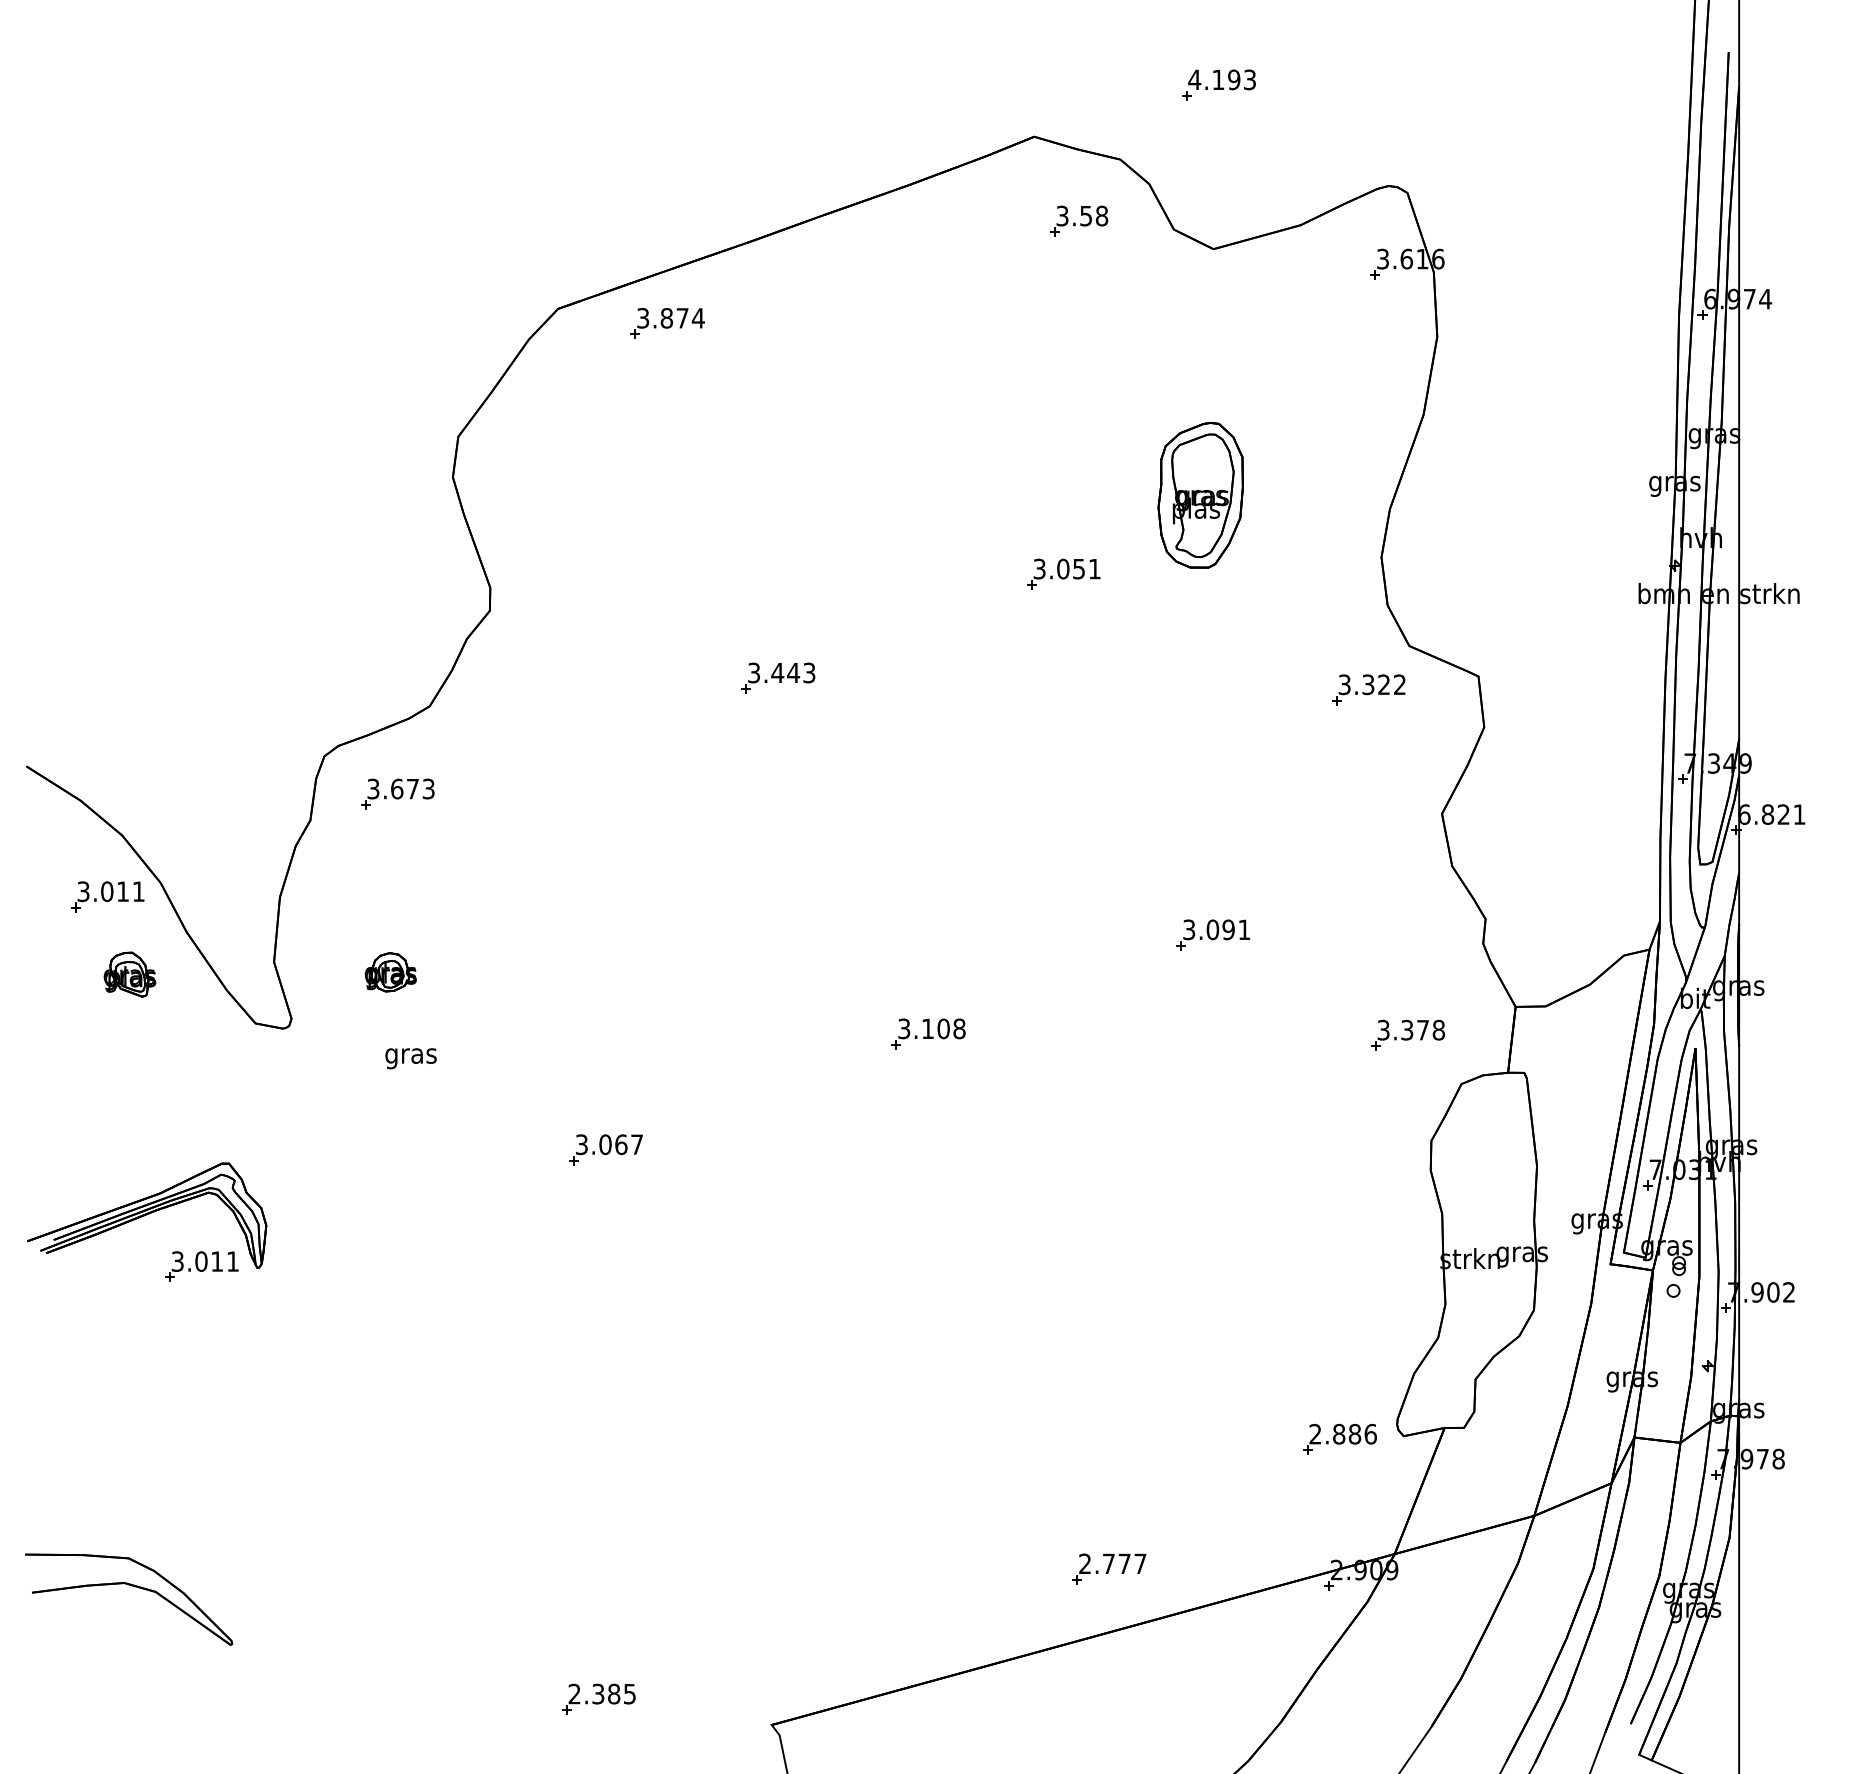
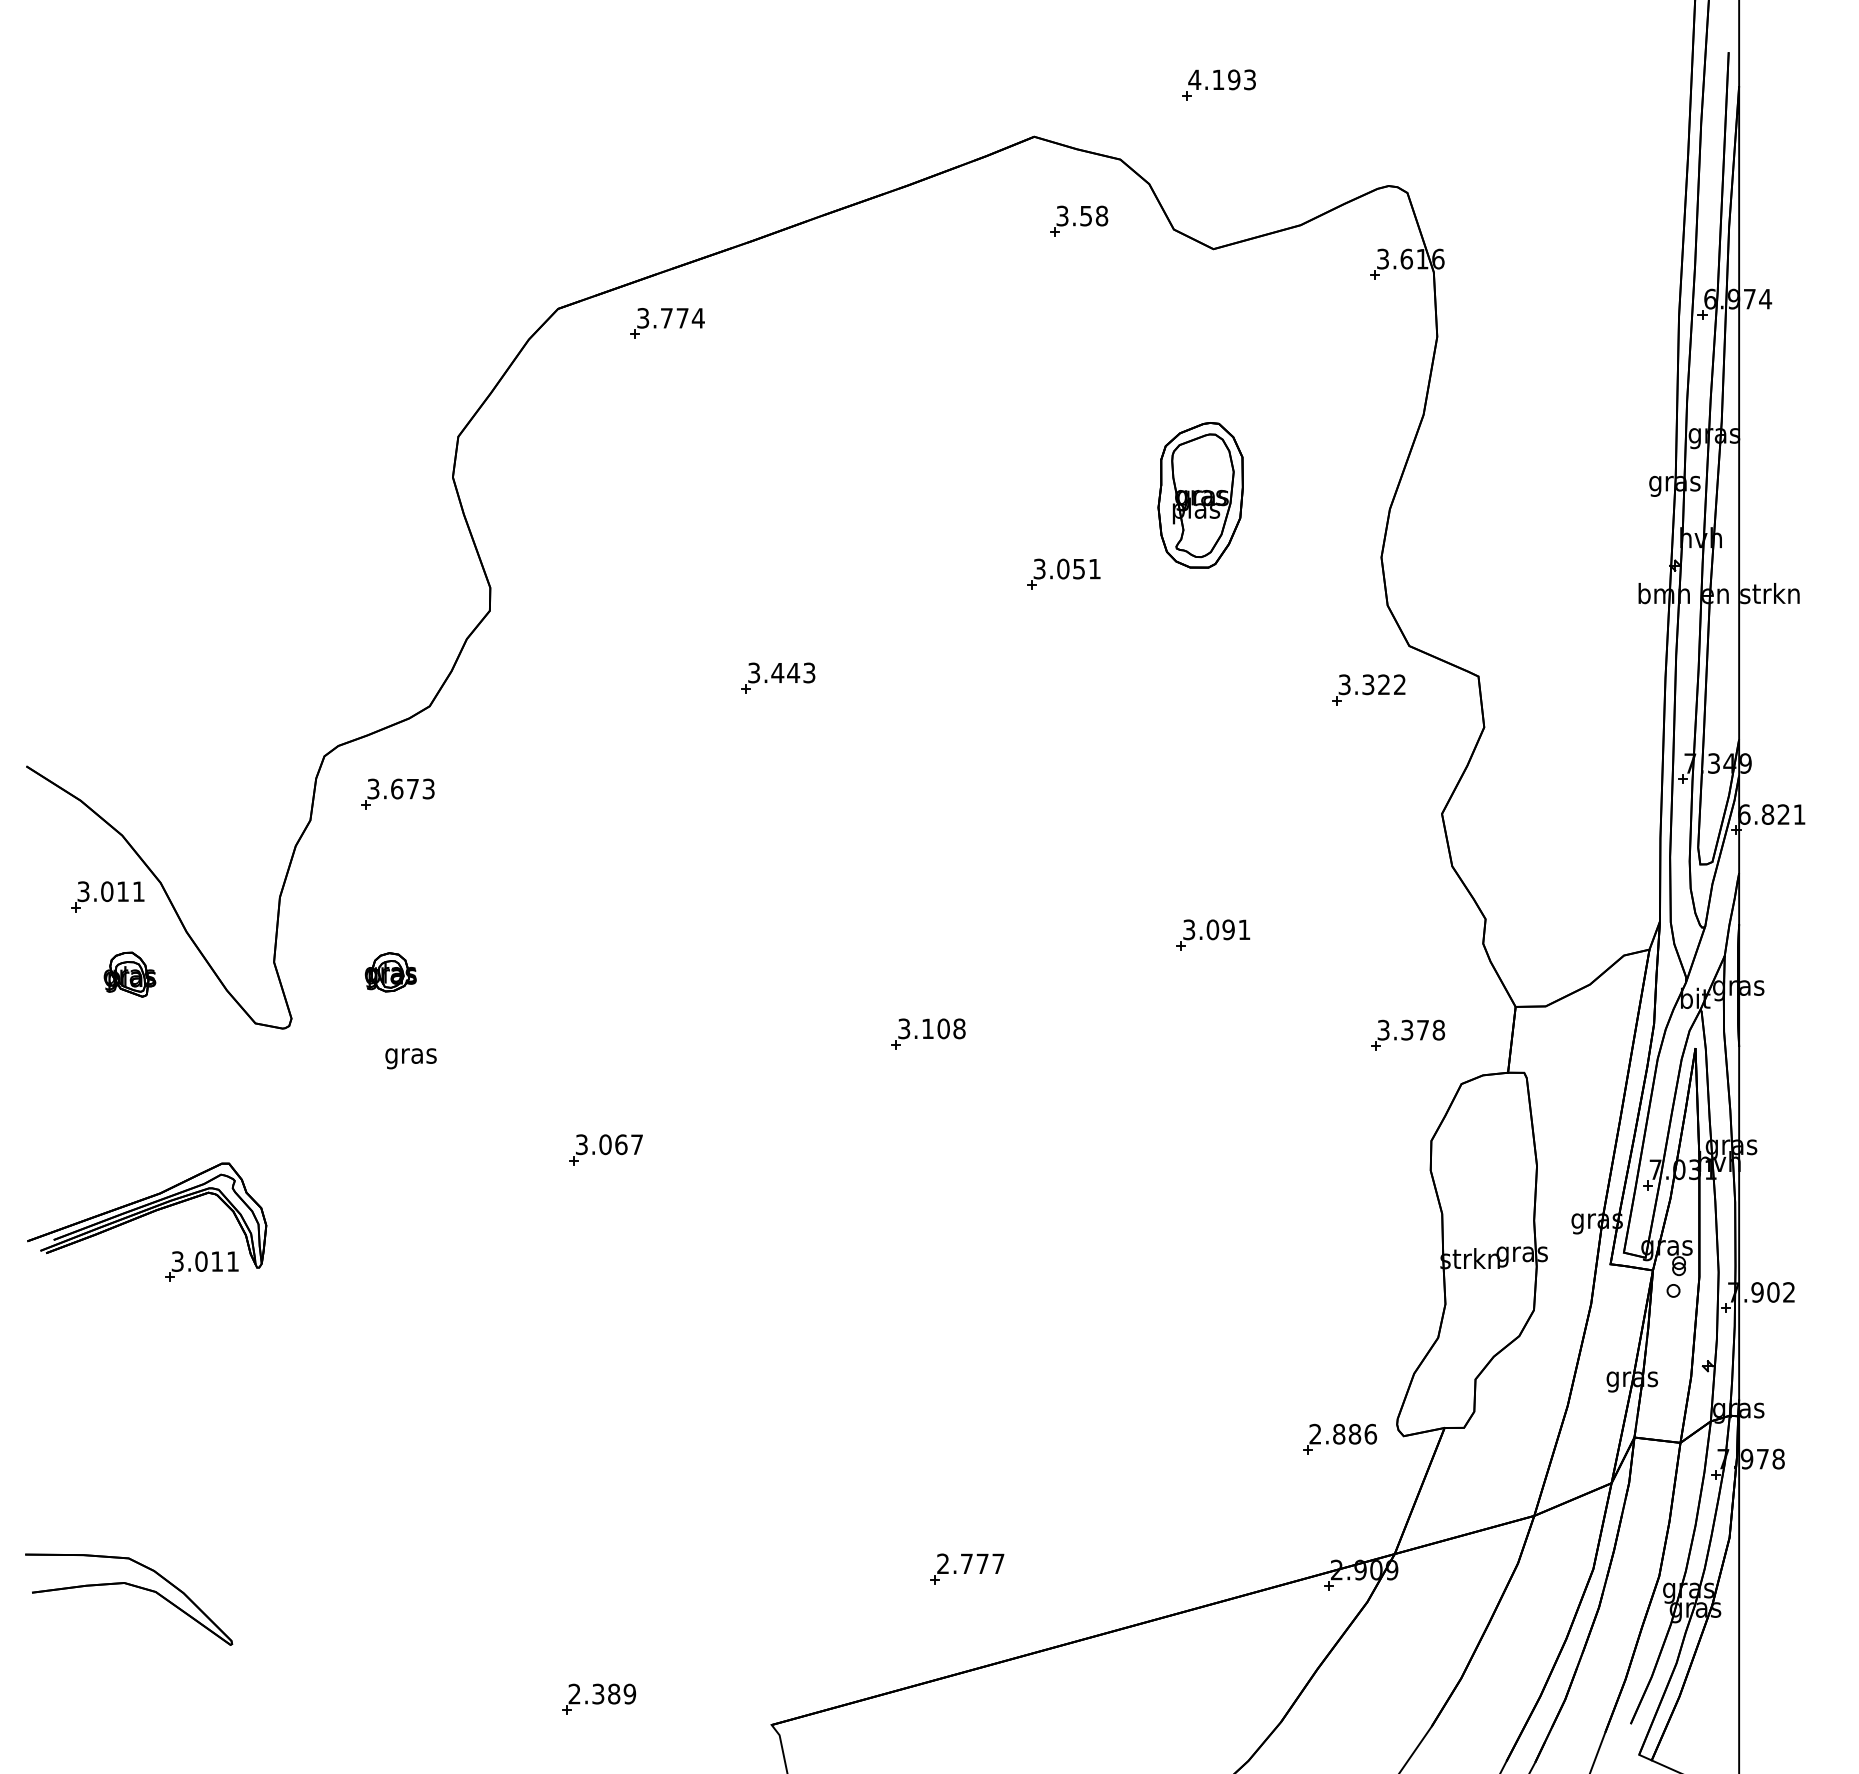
text at (666, 318): 3.874 -> 3.774
part at (1109, 1568) position: (1109, 1568) -> (967, 1568)
text at (629, 1693): 2.385 -> 2.389
